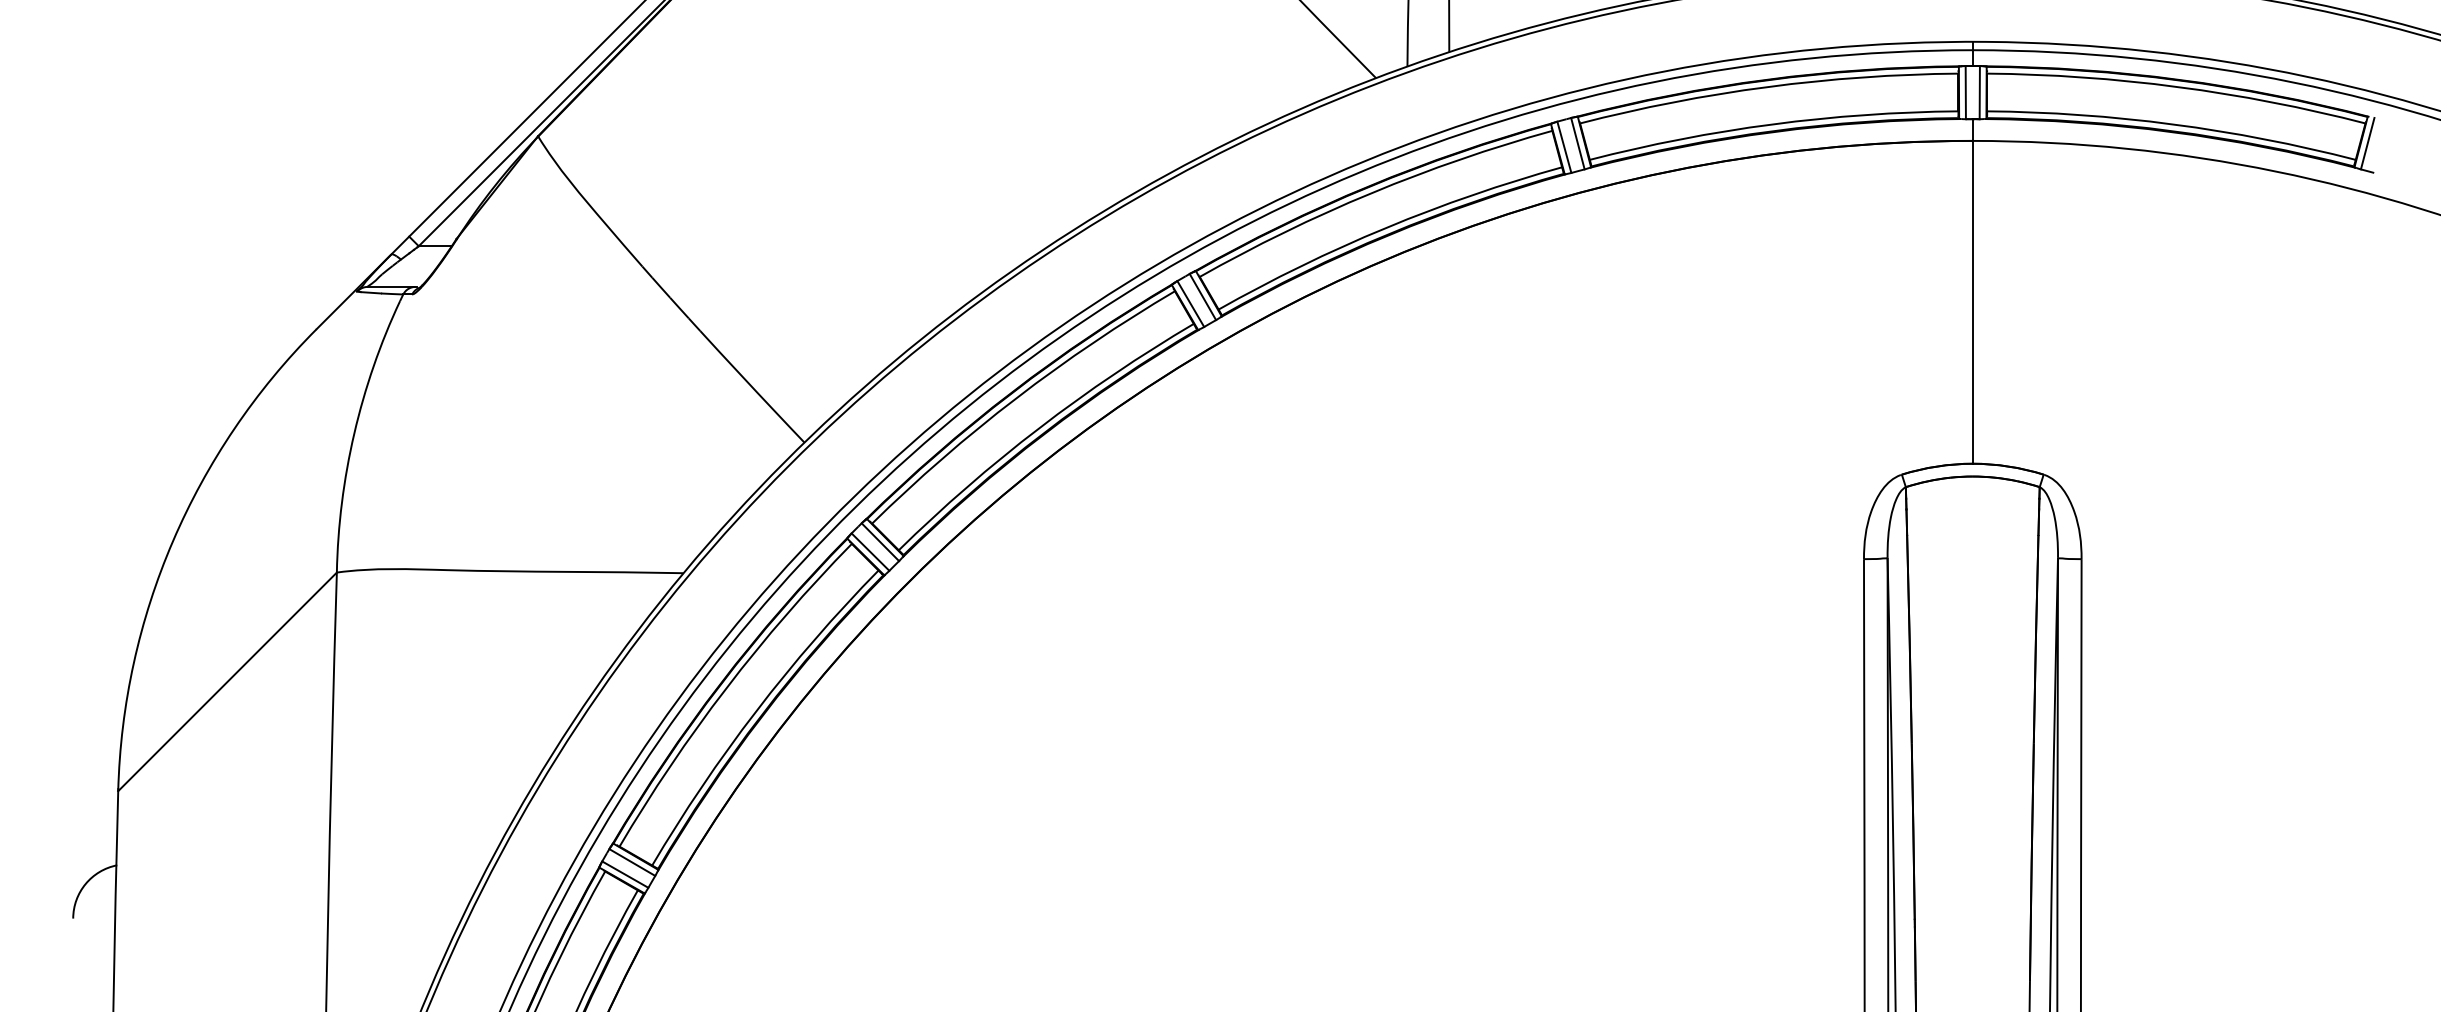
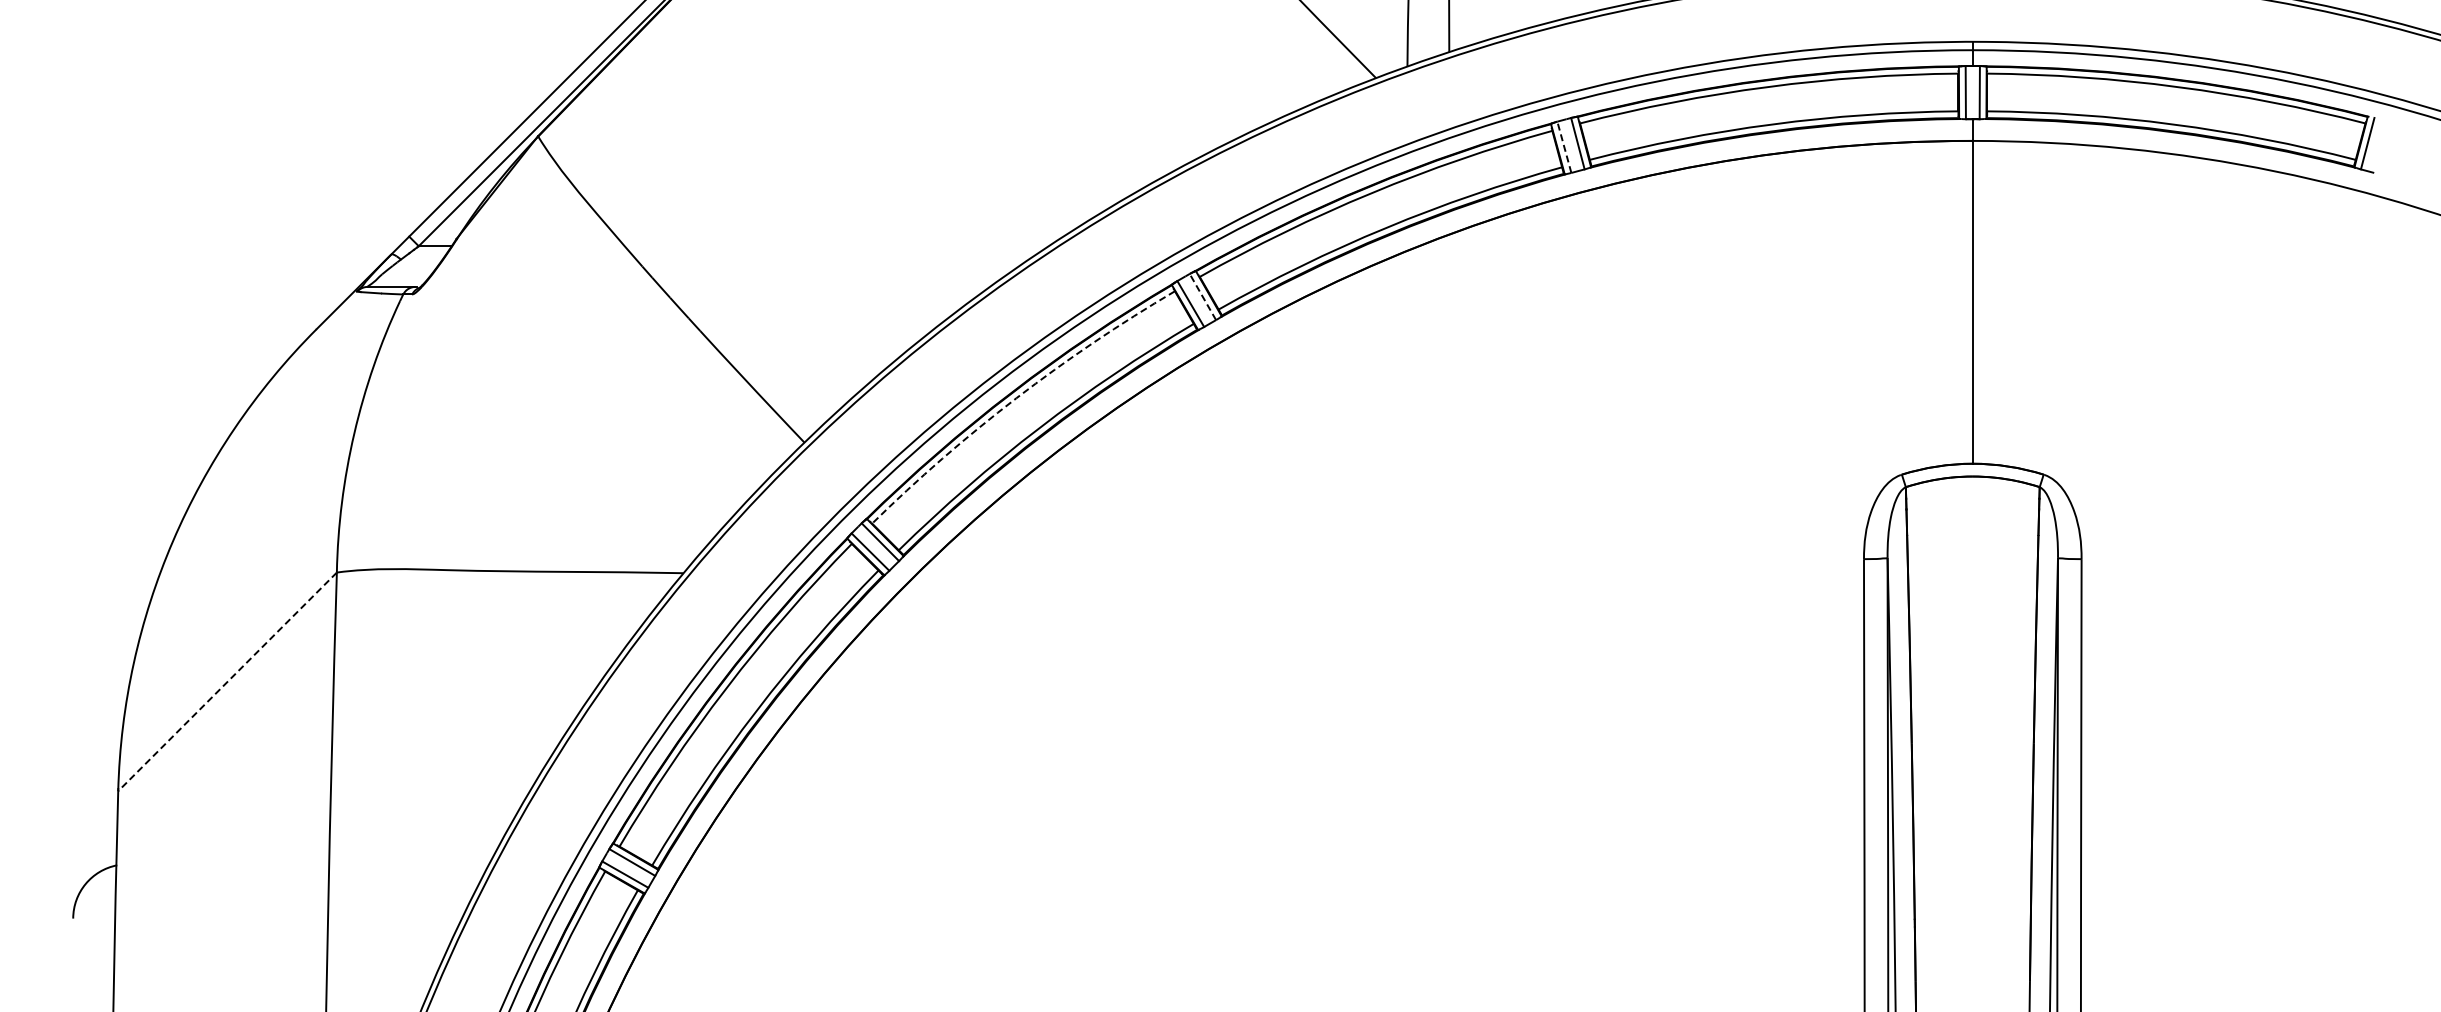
line at (1564, 147): solid -> dashed
line at (1202, 297): solid -> dashed
arc at (1016, 398): solid -> dashed
line at (227, 681): solid -> dashed
